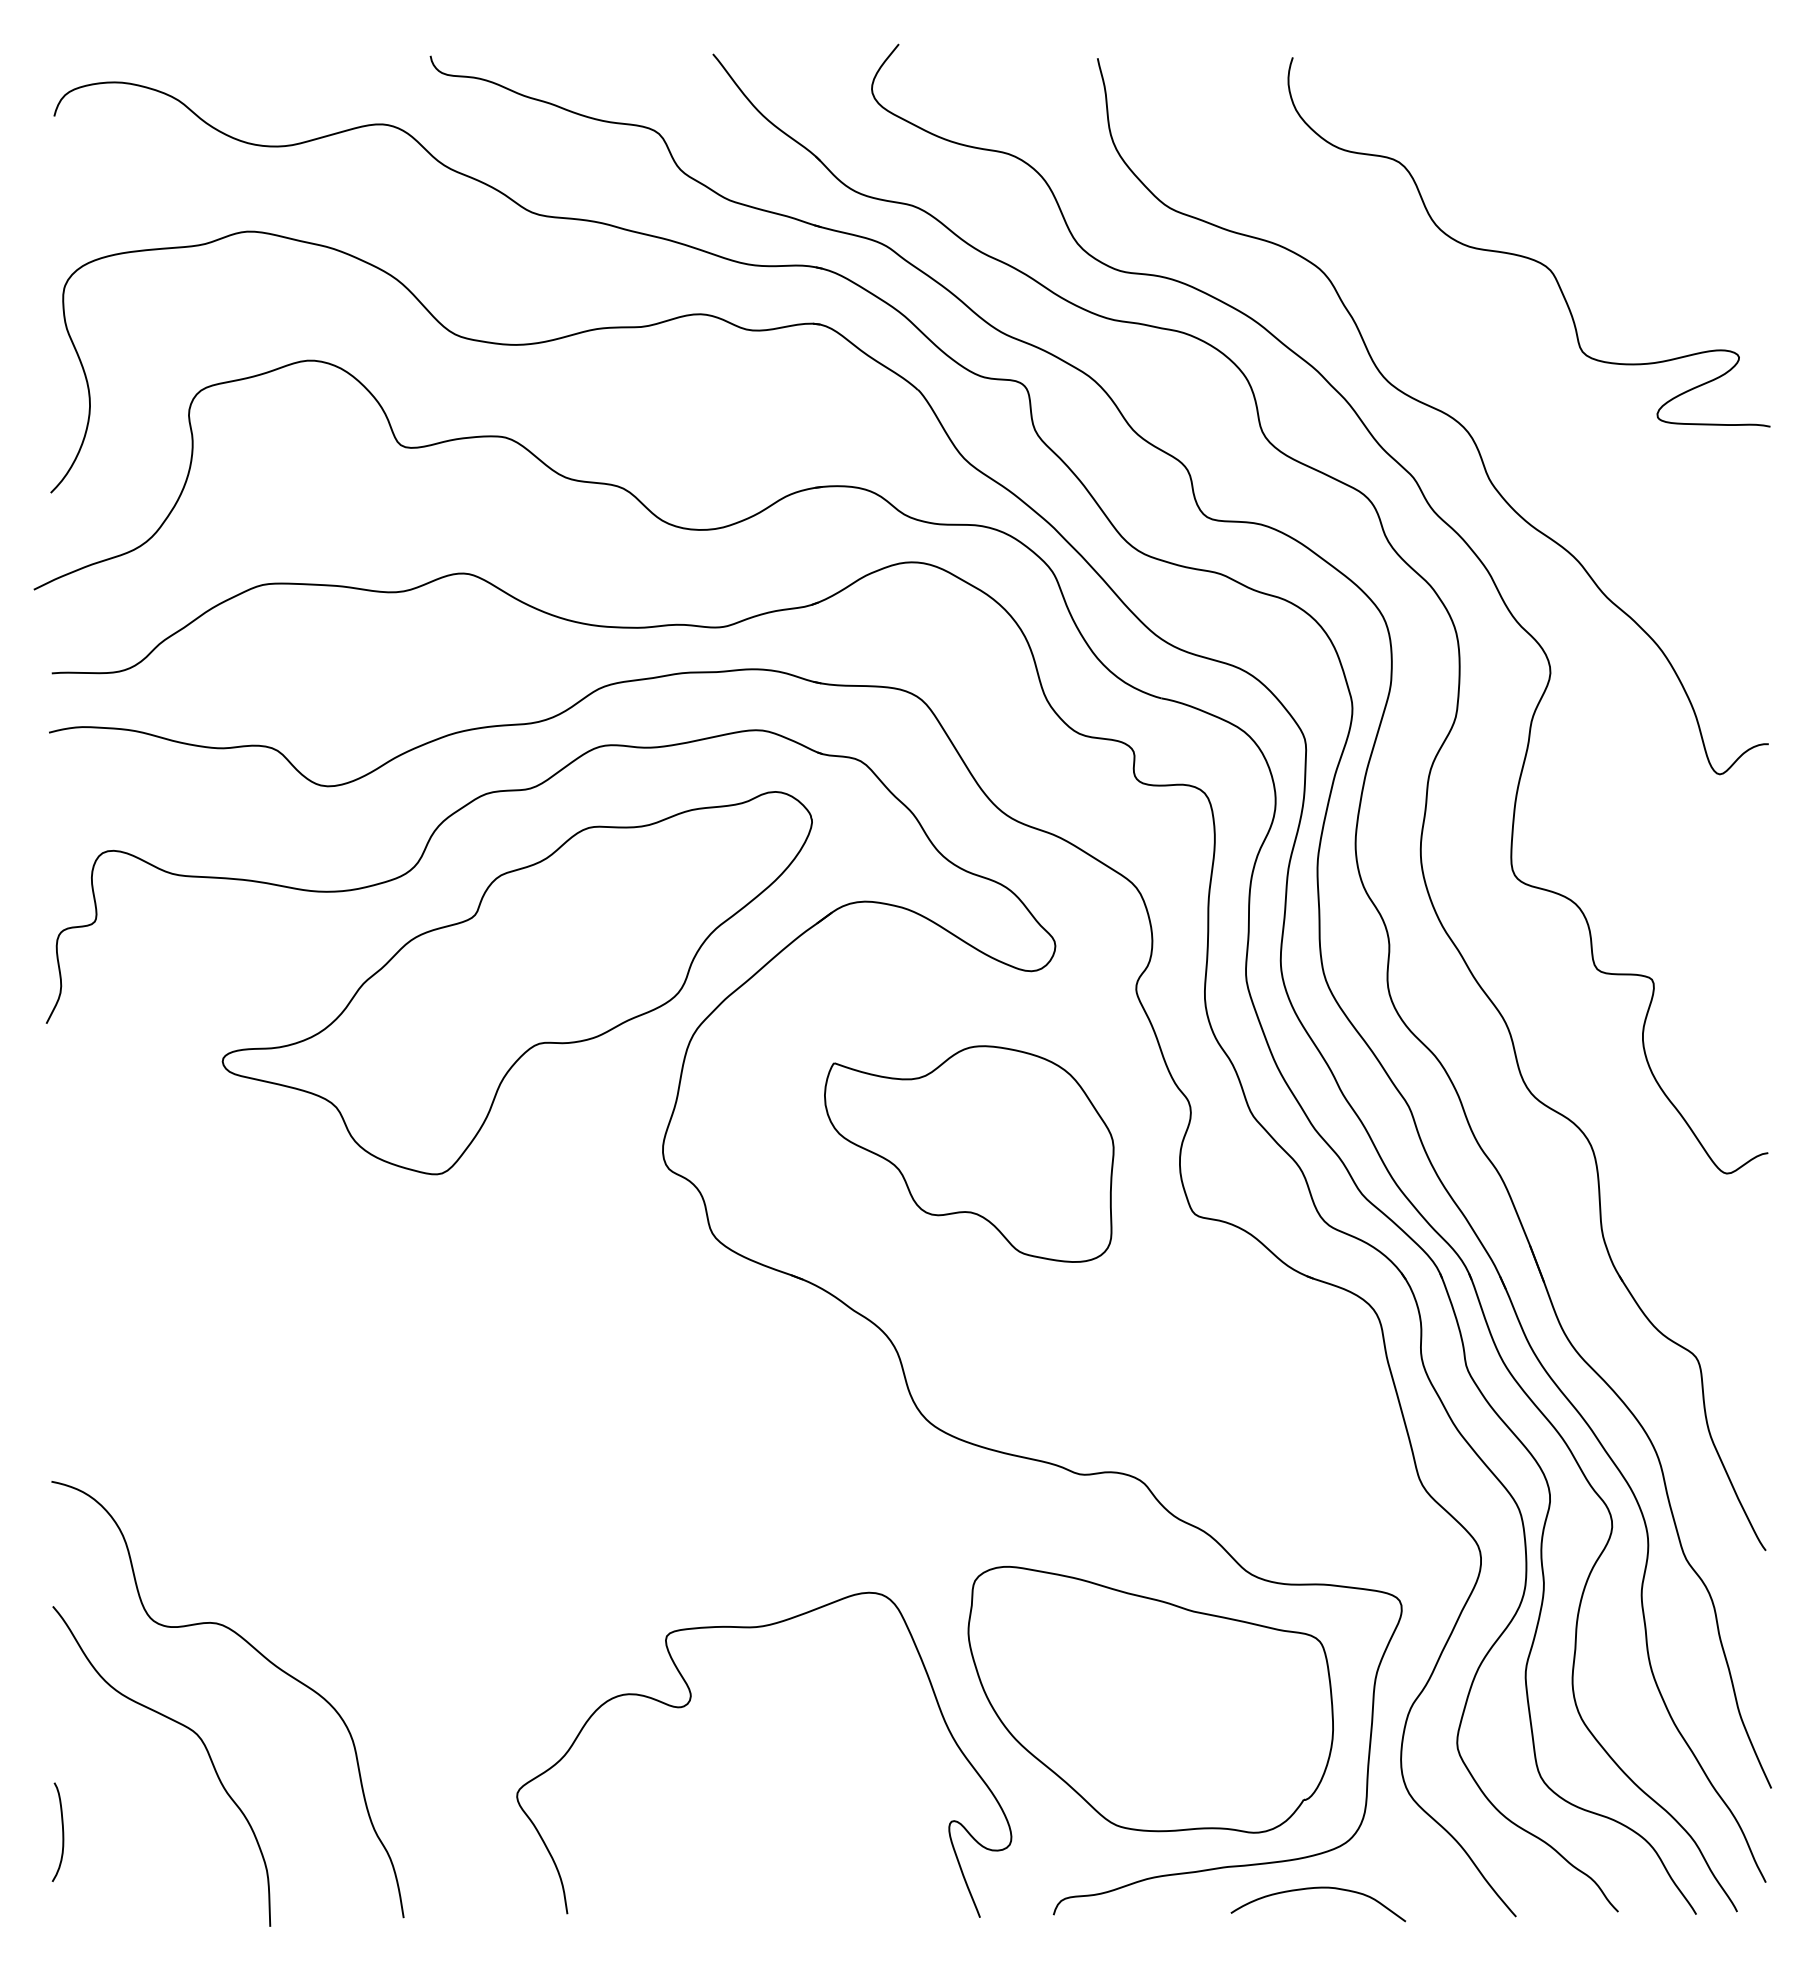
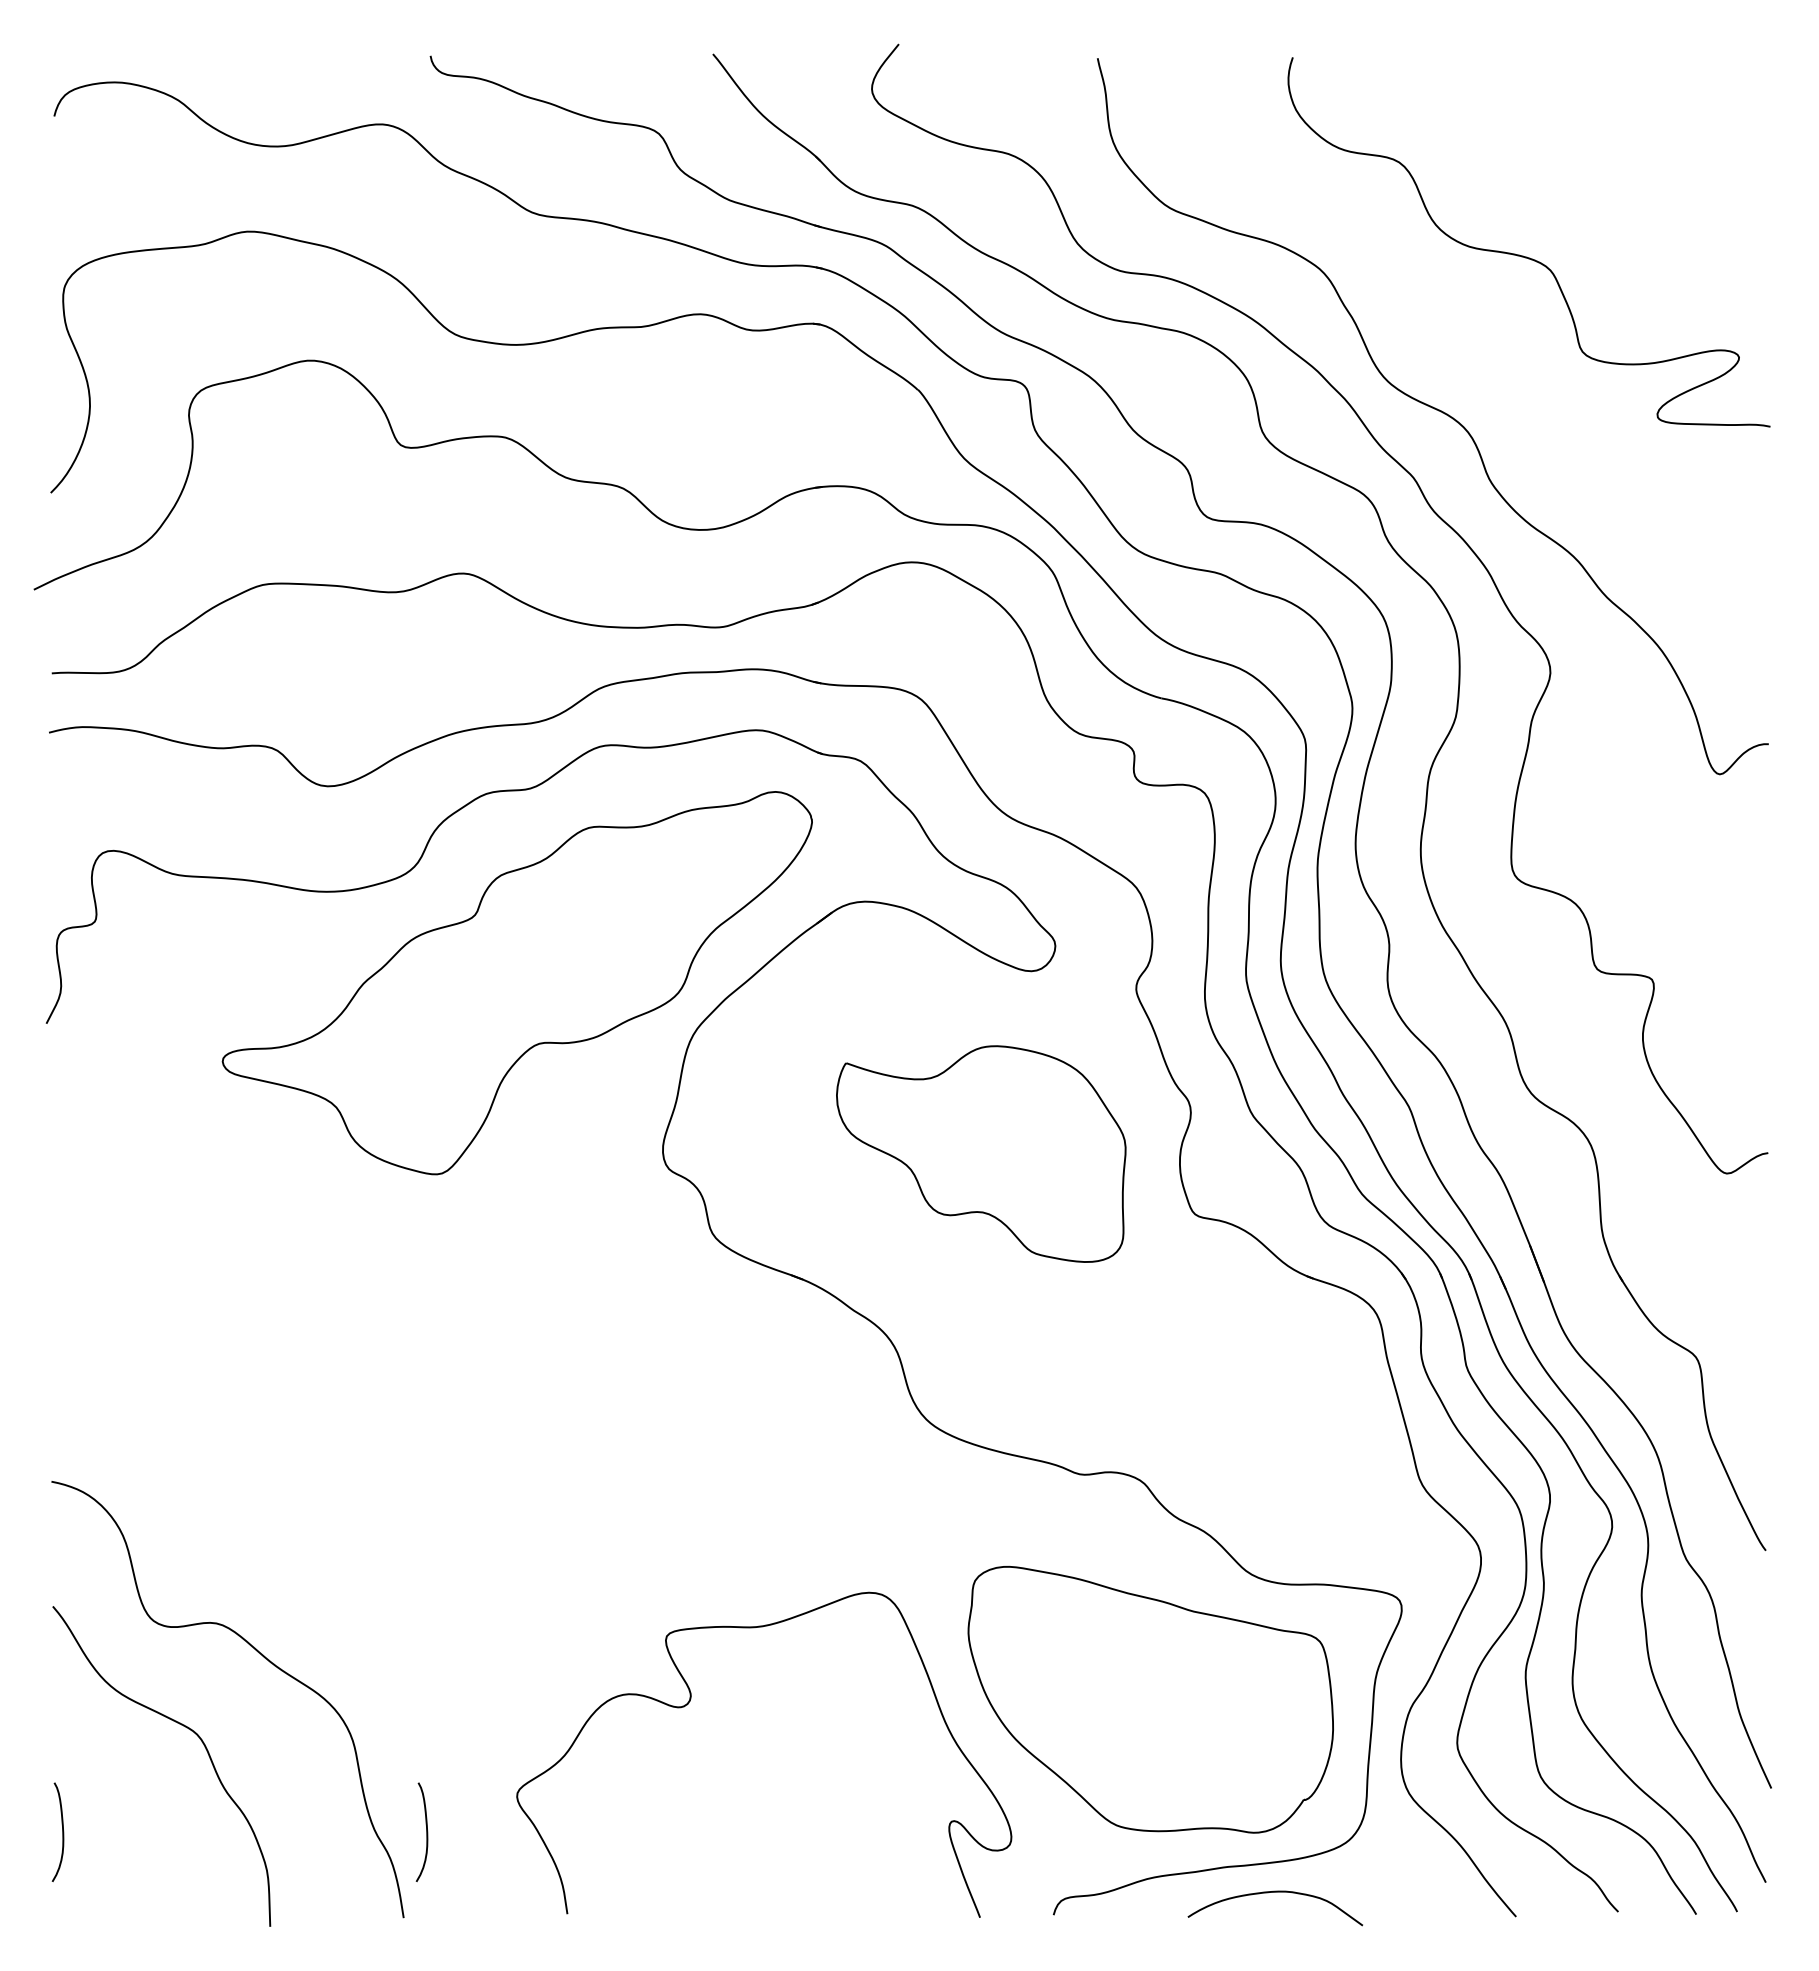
part at (969, 1153) position: (969, 1153) -> (981, 1153)
curve at (426, 1831): none -> present
curve at (1317, 1888) position: (1317, 1888) -> (1274, 1892)
